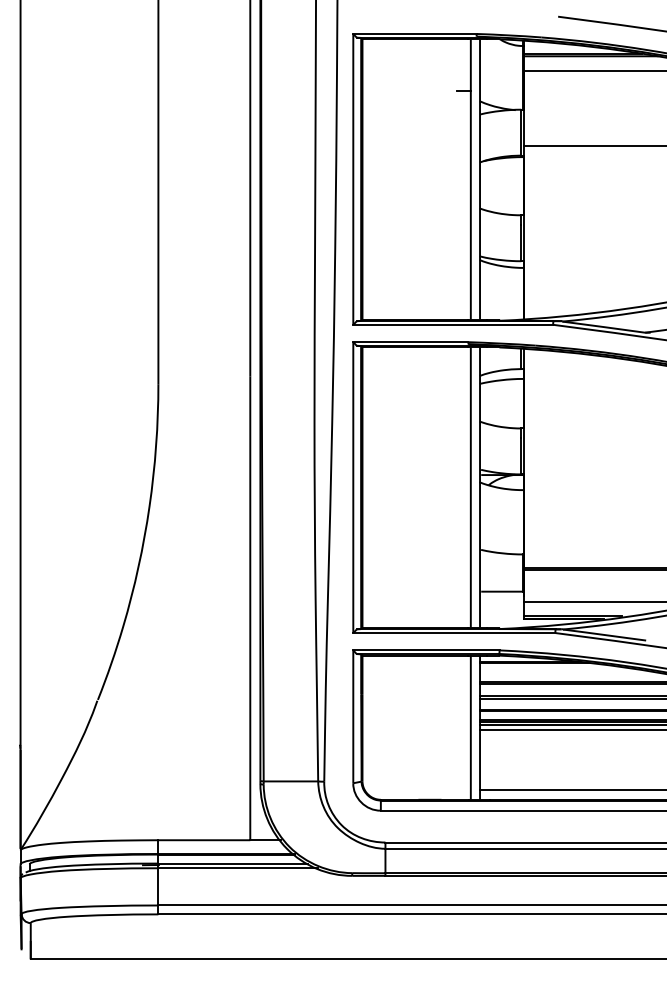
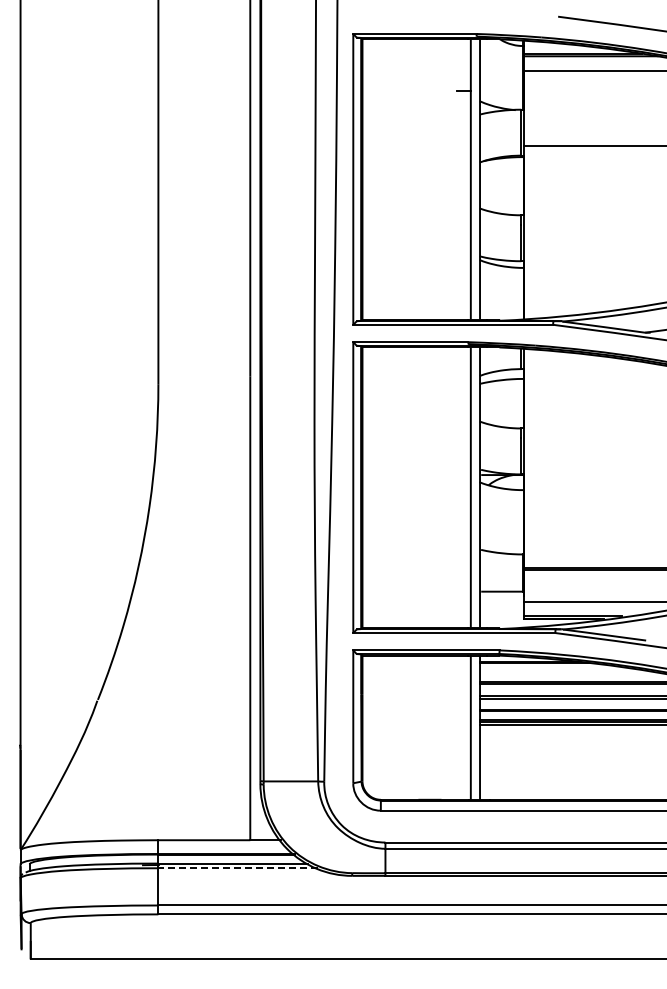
line at (571, 729): present -> none
line at (571, 789): present -> none
line at (238, 868): solid -> dashed
